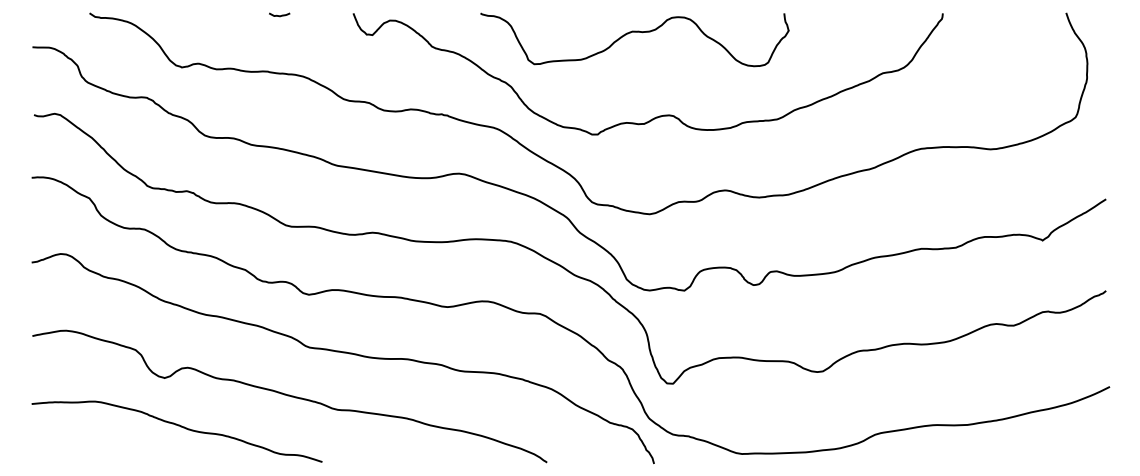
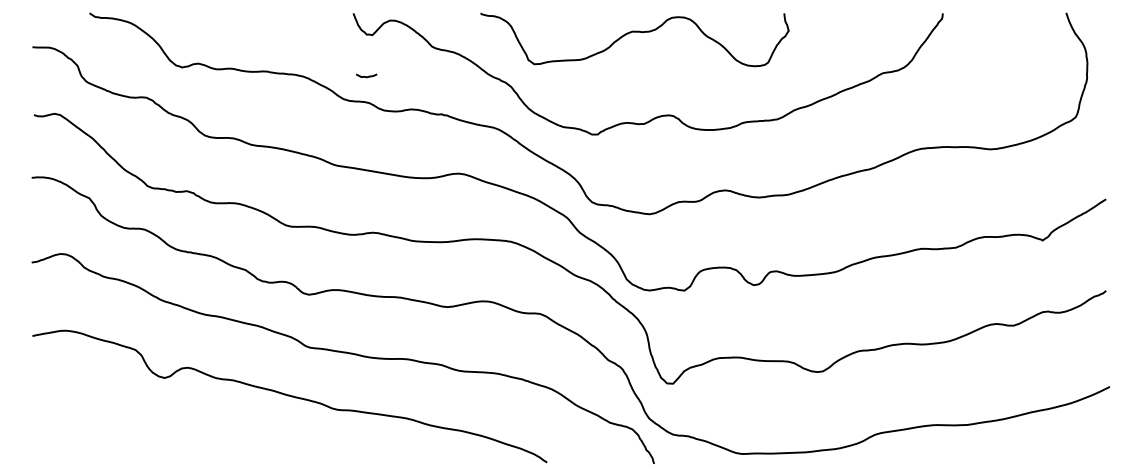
curve at (279, 15) position: (279, 15) -> (366, 76)
curve at (178, 426): present -> none
